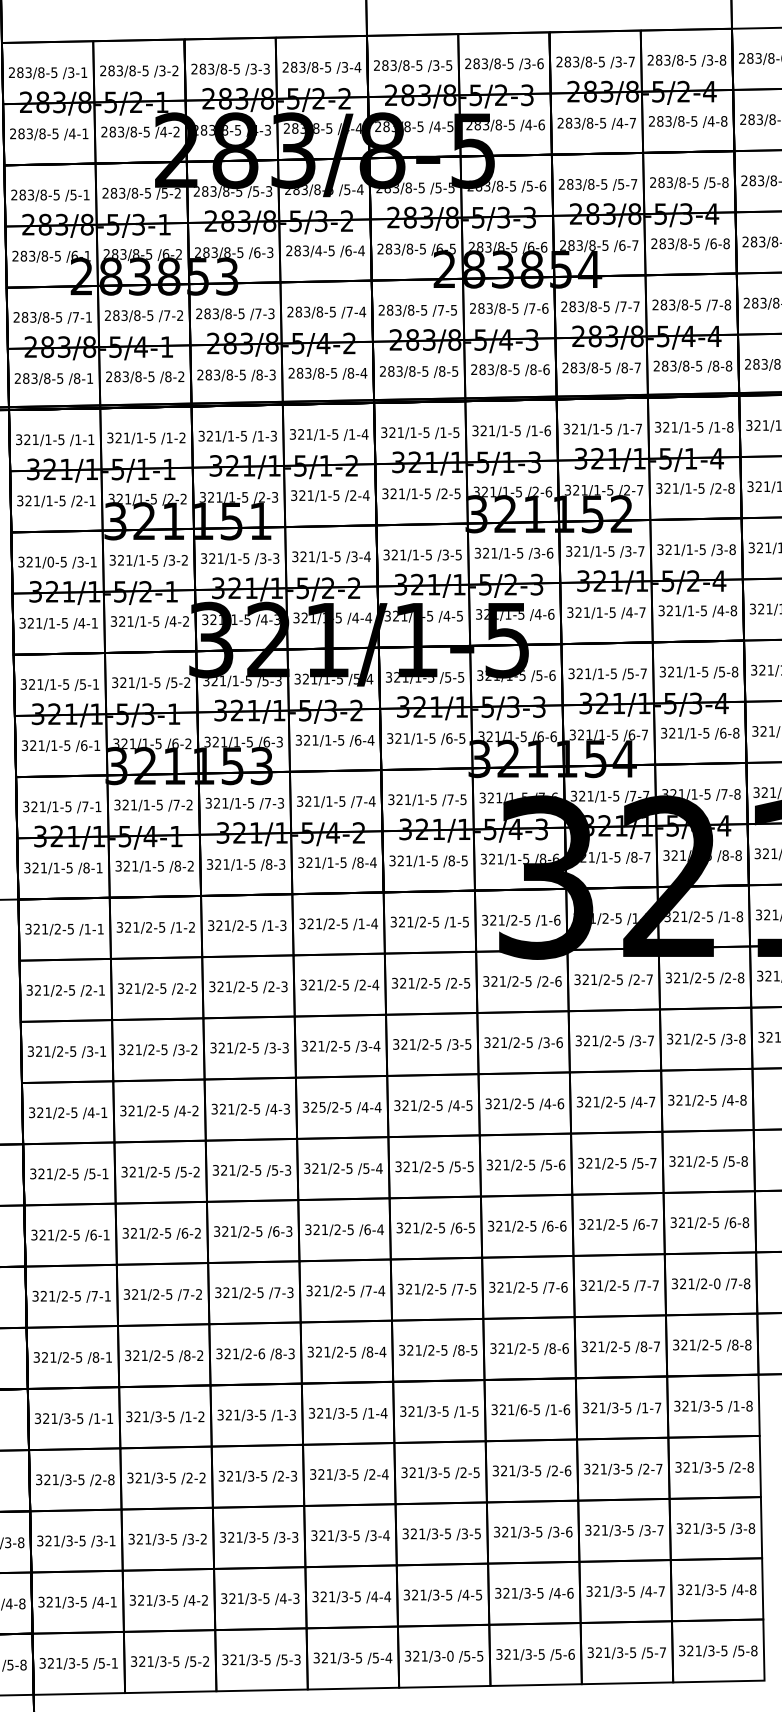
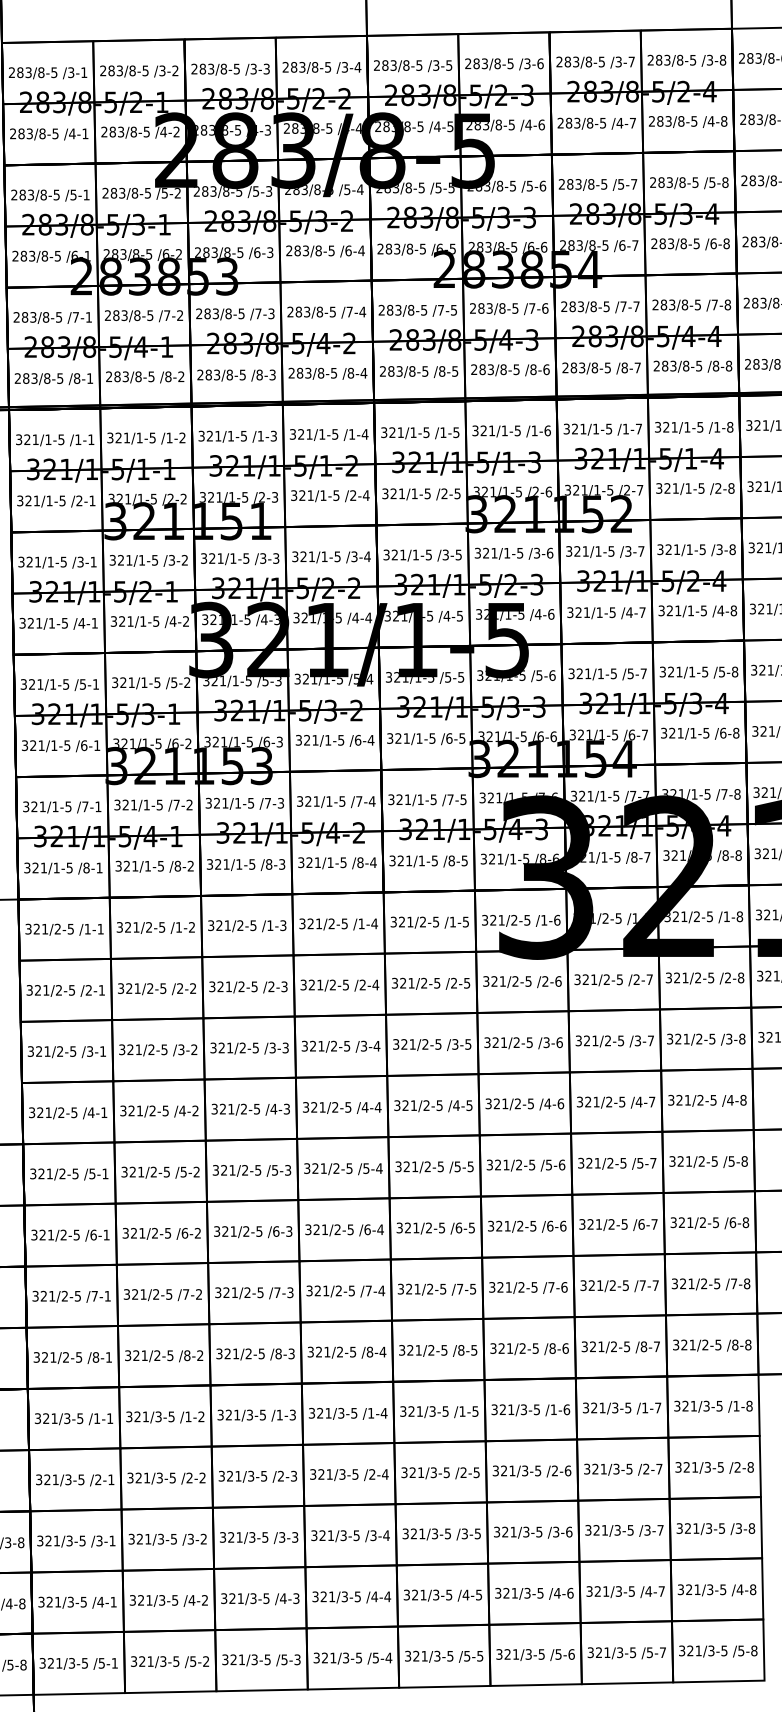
text at (318, 250): 283/4-5 -> 283/8-5
text at (50, 561): 321/0-5 -> 321/1-5
text at (322, 1107): 325/2-5 -> 321/2-5
text at (717, 1283): 321/2-0 -> 321/2-5
text at (261, 1353): 321/2-6 -> 321/2-5
text at (523, 1409): 321/6-5 -> 321/3-5
text at (111, 1479): /2-8 -> /2-1
text at (450, 1655): 321/3-0 -> 321/3-5
